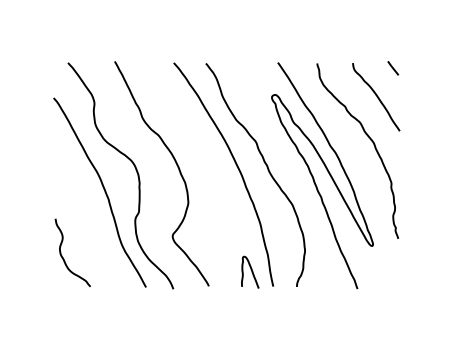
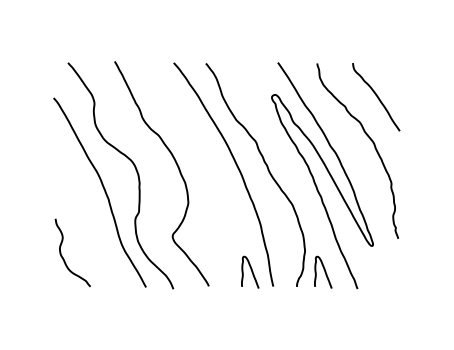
line at (393, 68): present -> none
curve at (324, 271): none -> present
